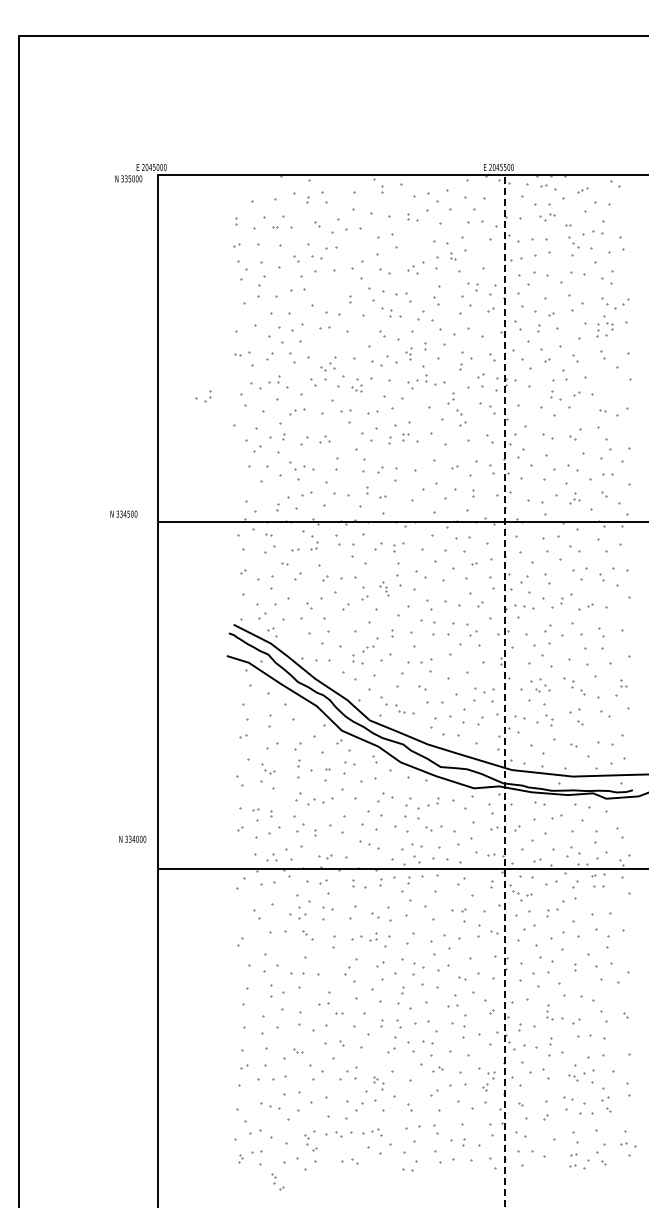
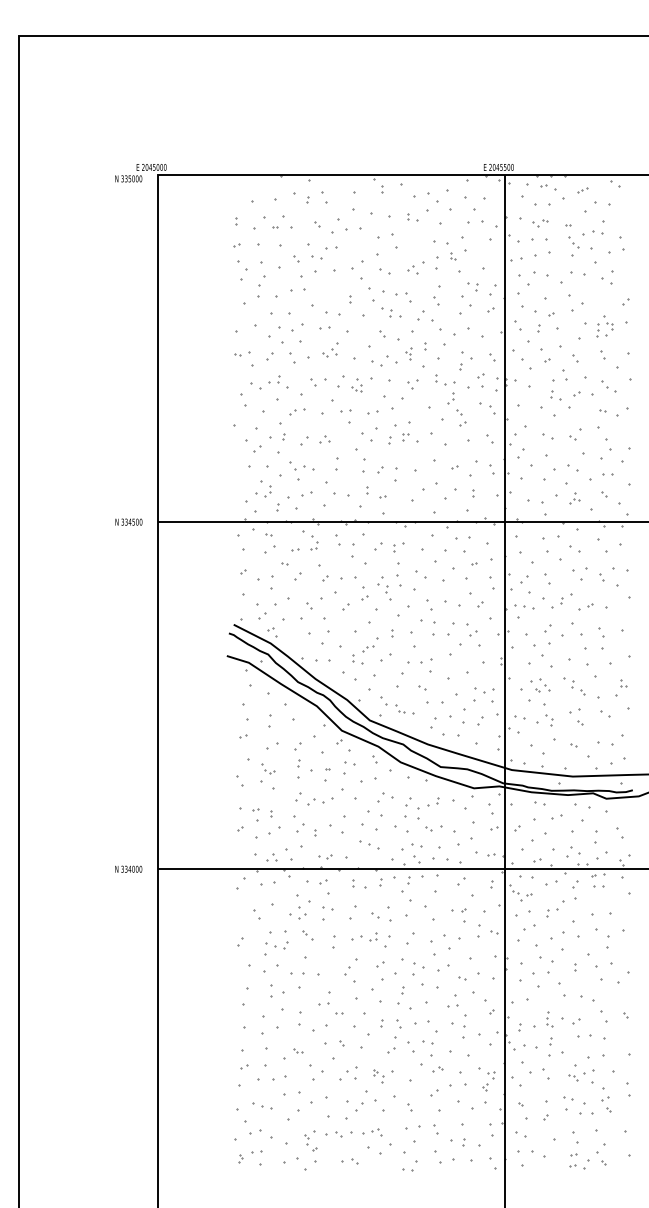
part at (547, 217) position: (547, 217) -> (540, 223)
part at (608, 303) position: (608, 303) -> (608, 386)
part at (328, 363) position: (328, 363) -> (330, 349)
part at (435, 379) position: (435, 379) -> (445, 379)
part at (203, 396) position: (203, 396) -> (263, 491)
text at (123, 513) position: (123, 513) -> (128, 521)
part at (384, 588) size: 11x16 px -> 15x25 px
line at (505, 690): dashed -> solid
text at (132, 838) position: (132, 838) -> (128, 868)
part at (276, 945): none -> present
part at (549, 1012) position: (549, 1012) -> (549, 1019)
part at (378, 1083) position: (378, 1083) -> (378, 1076)
part at (270, 1105) position: (270, 1105) -> (262, 1105)
part at (628, 1144): present -> none
part at (277, 1181): present -> none
